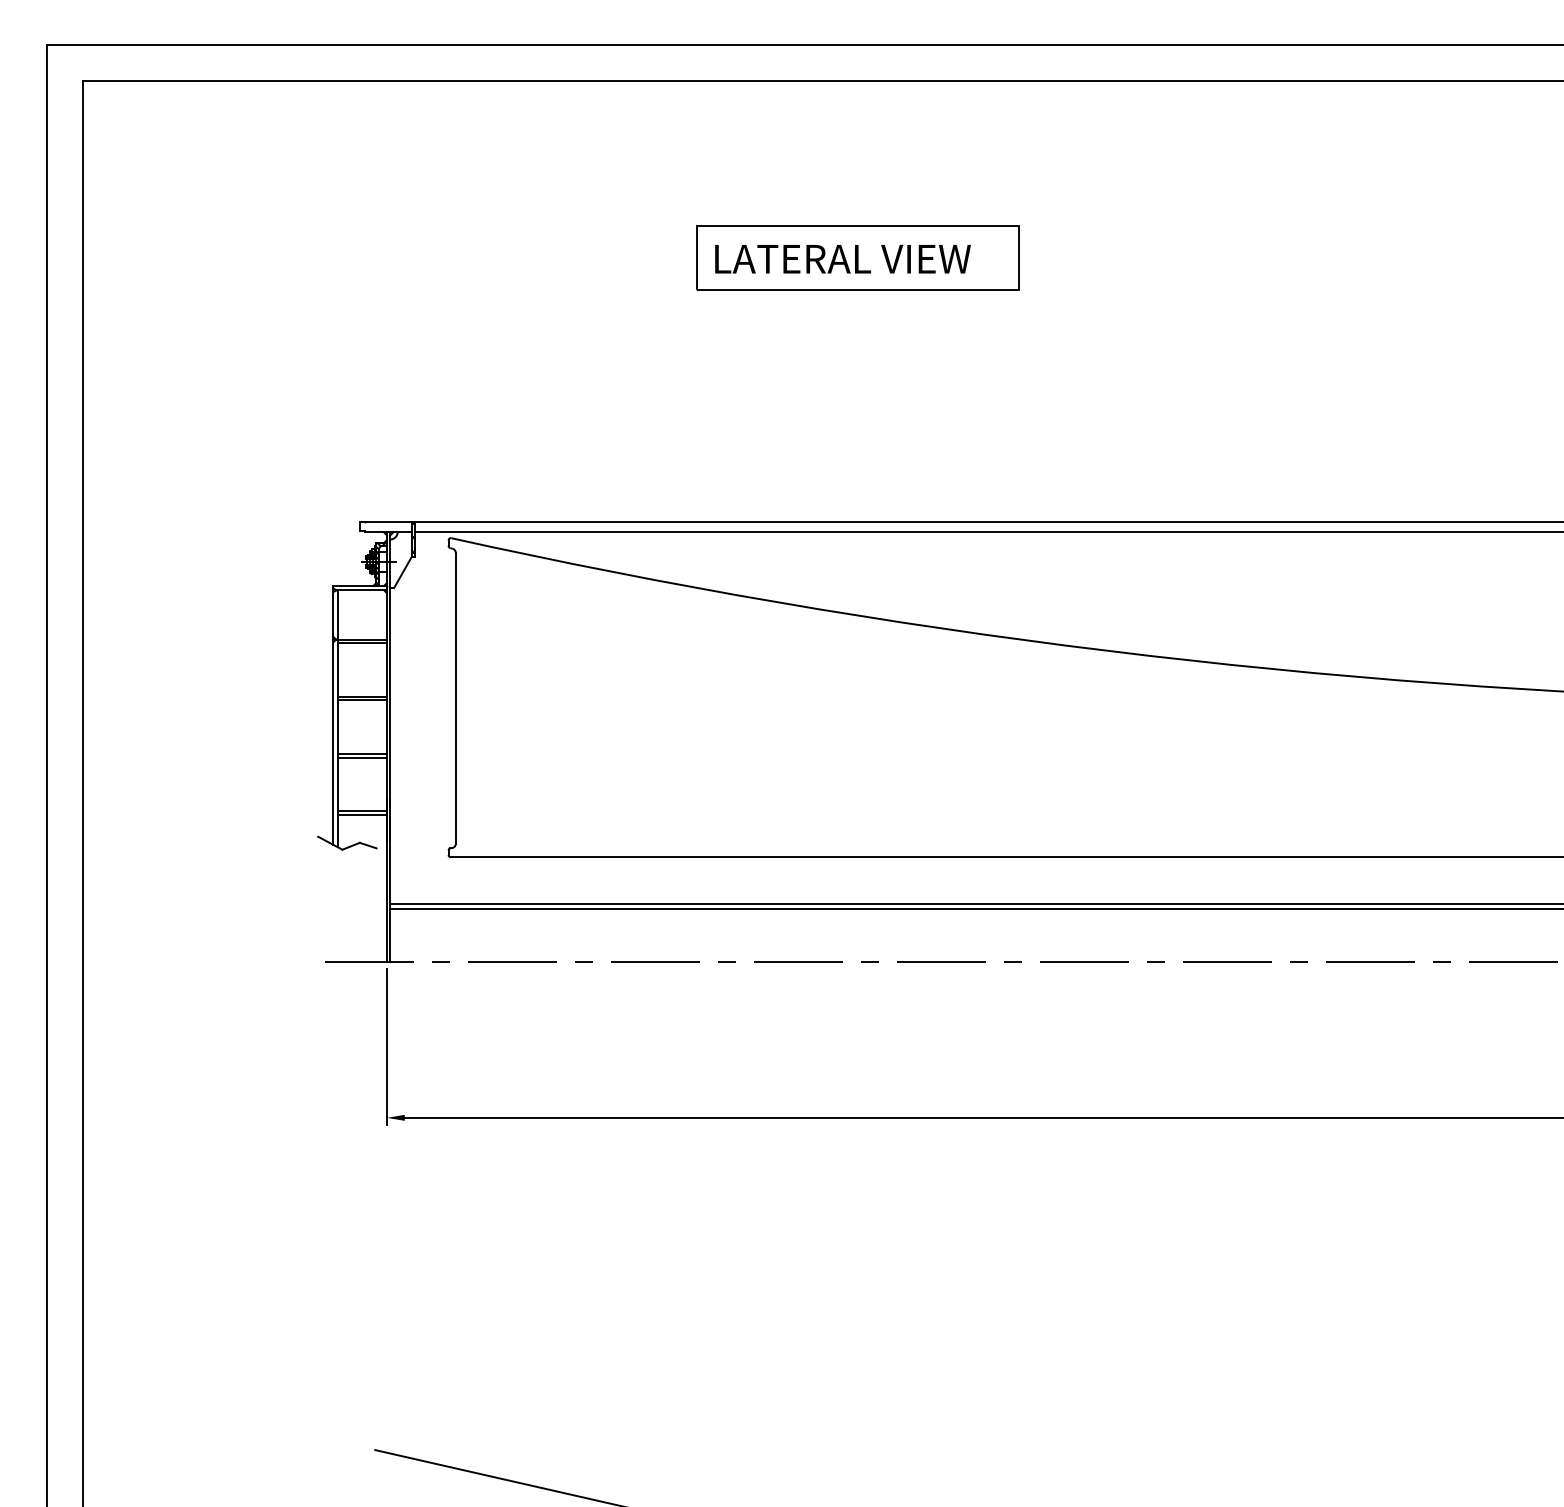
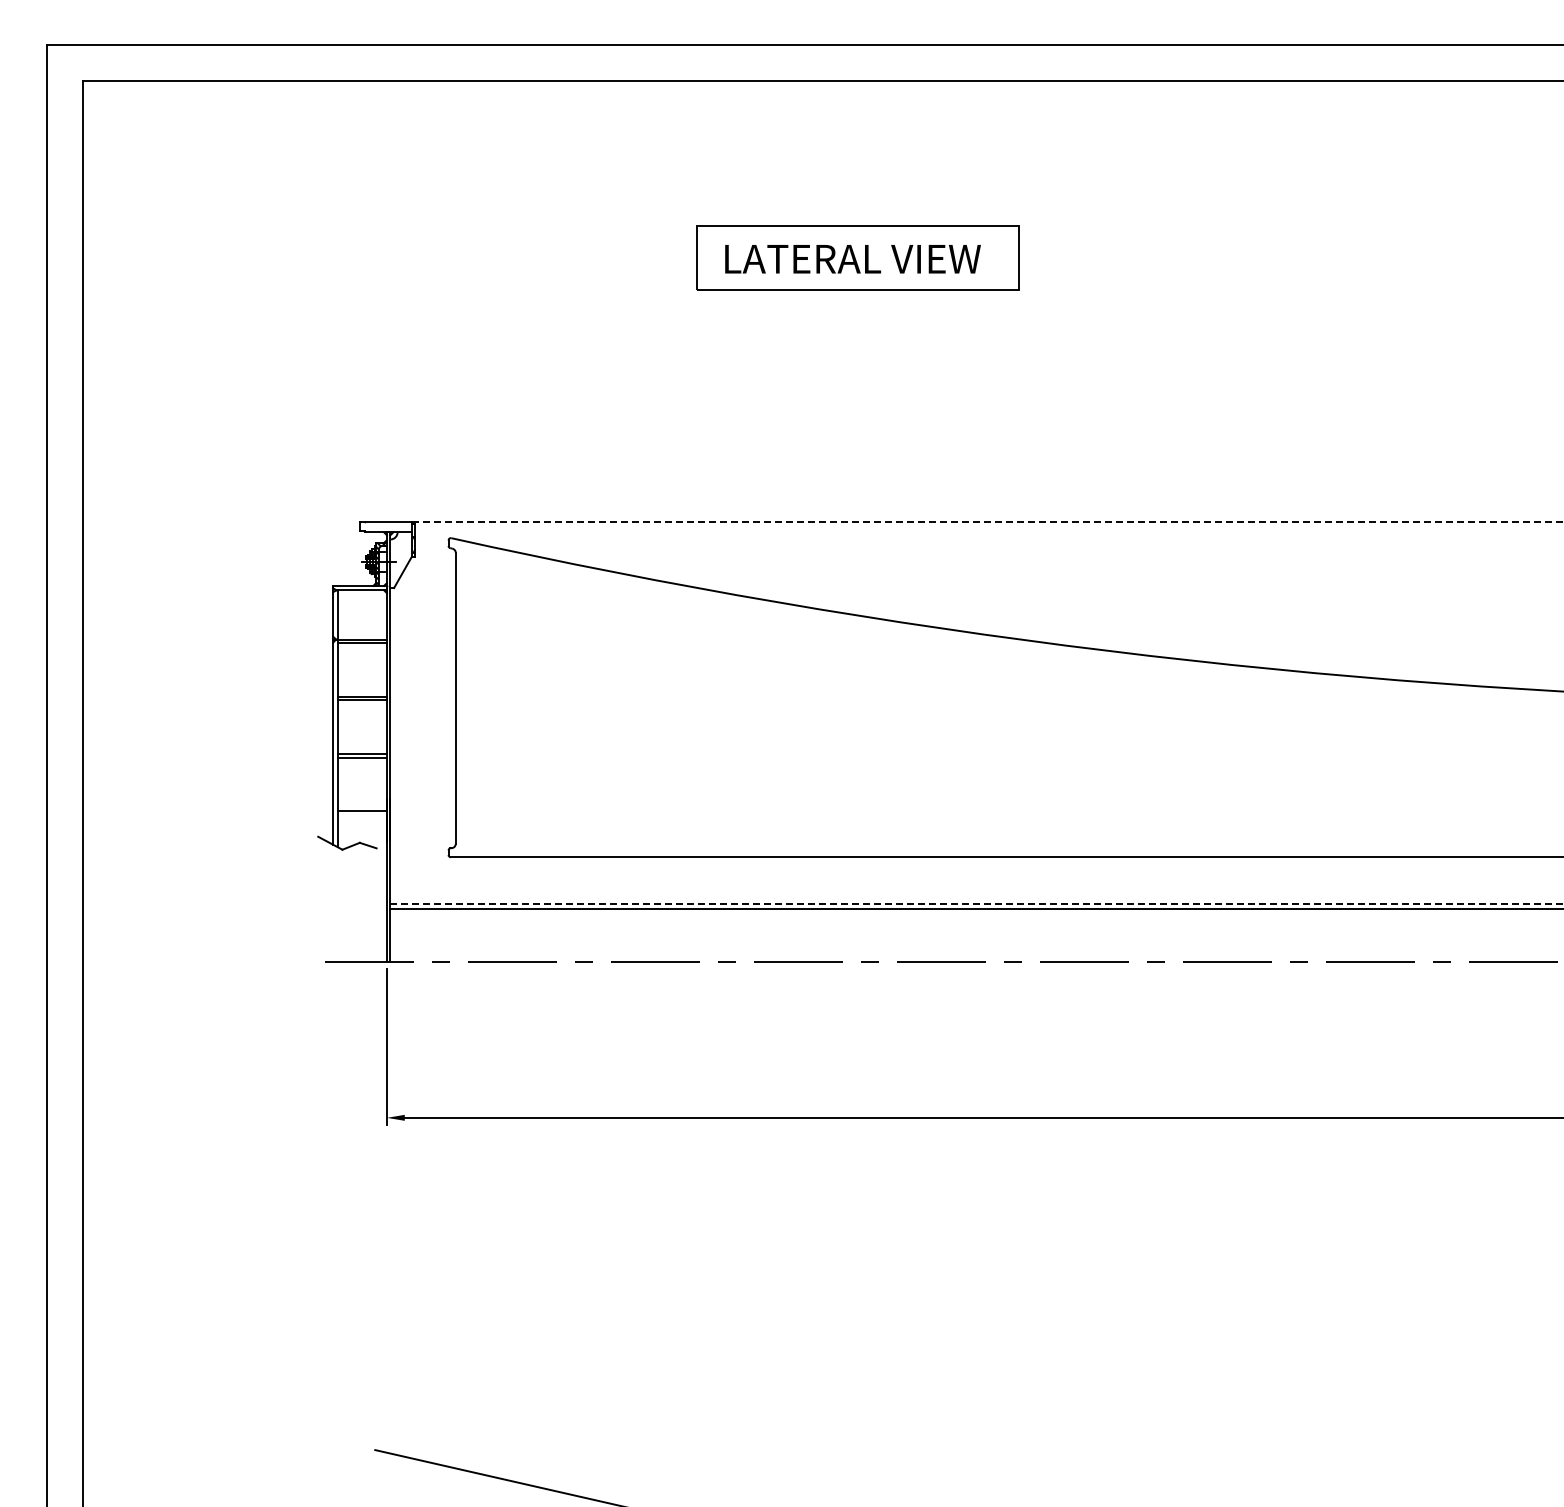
text at (842, 259) position: (842, 259) -> (852, 259)
line at (987, 521): solid -> dashed
line at (987, 532): present -> none
line at (361, 814): present -> none
line at (977, 904): solid -> dashed
